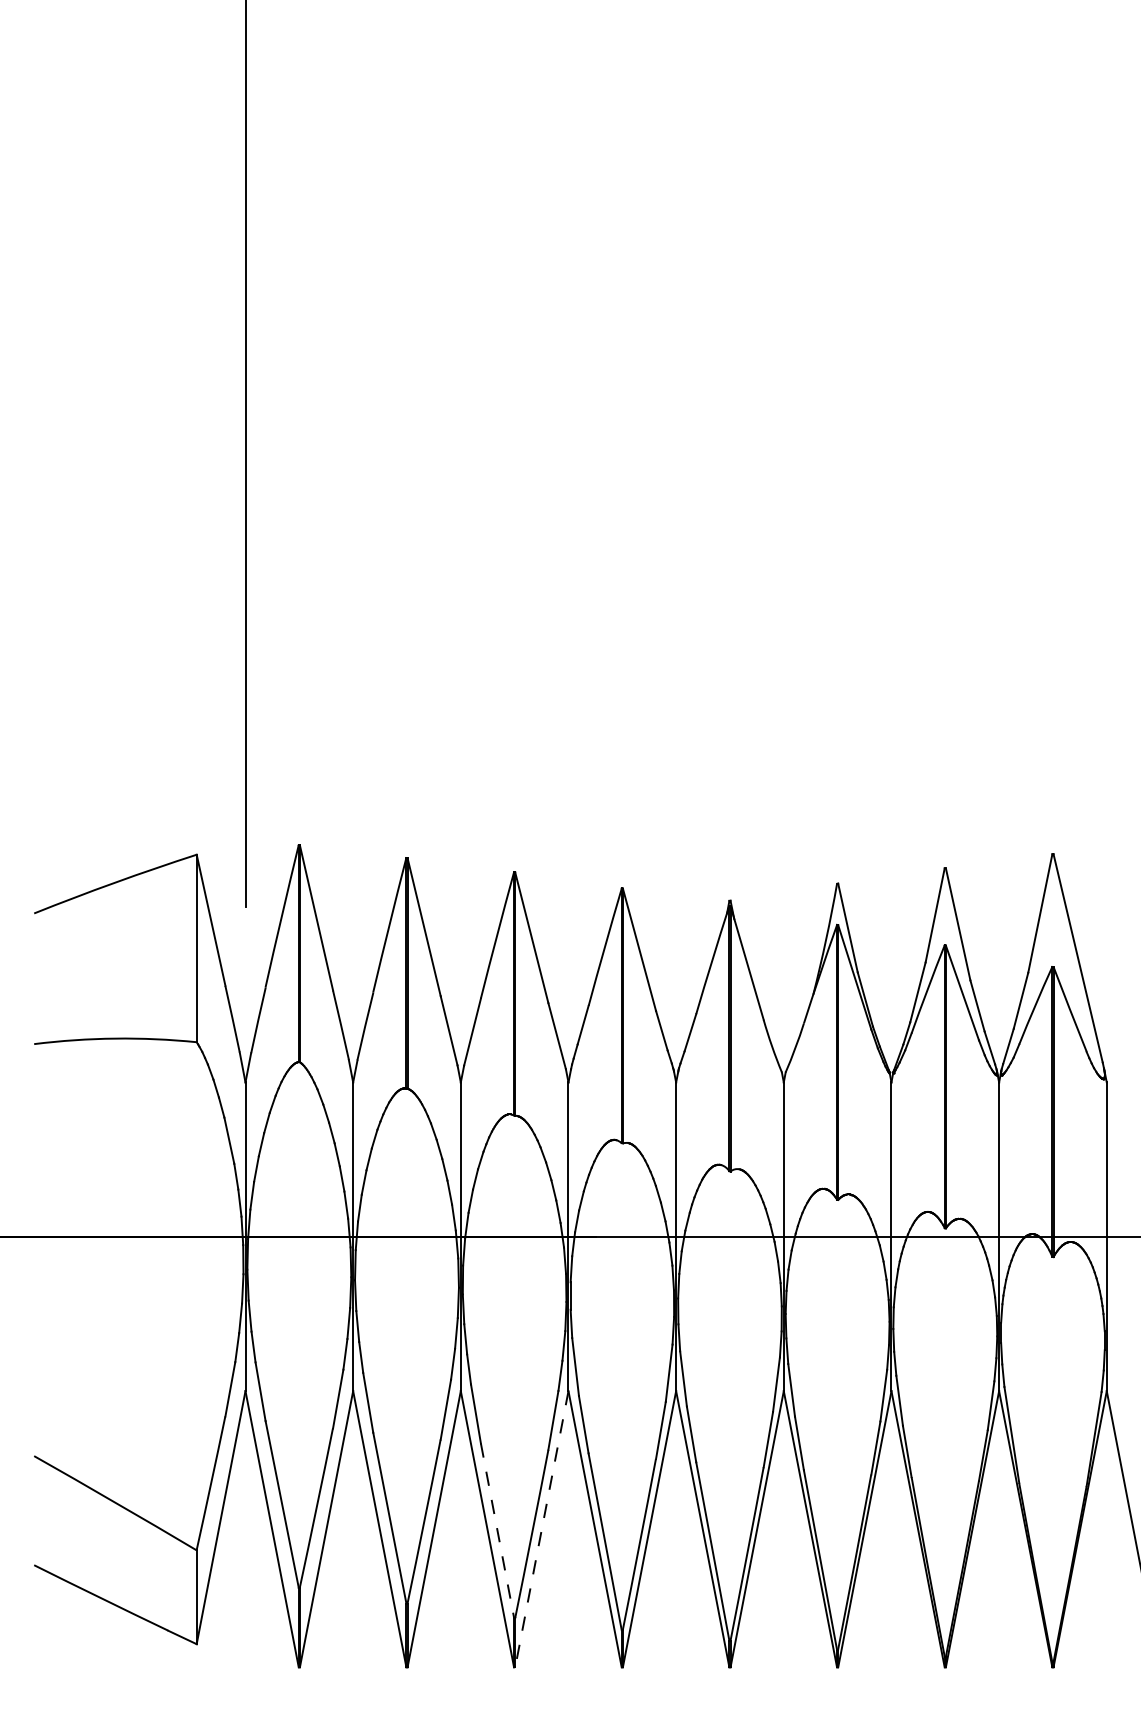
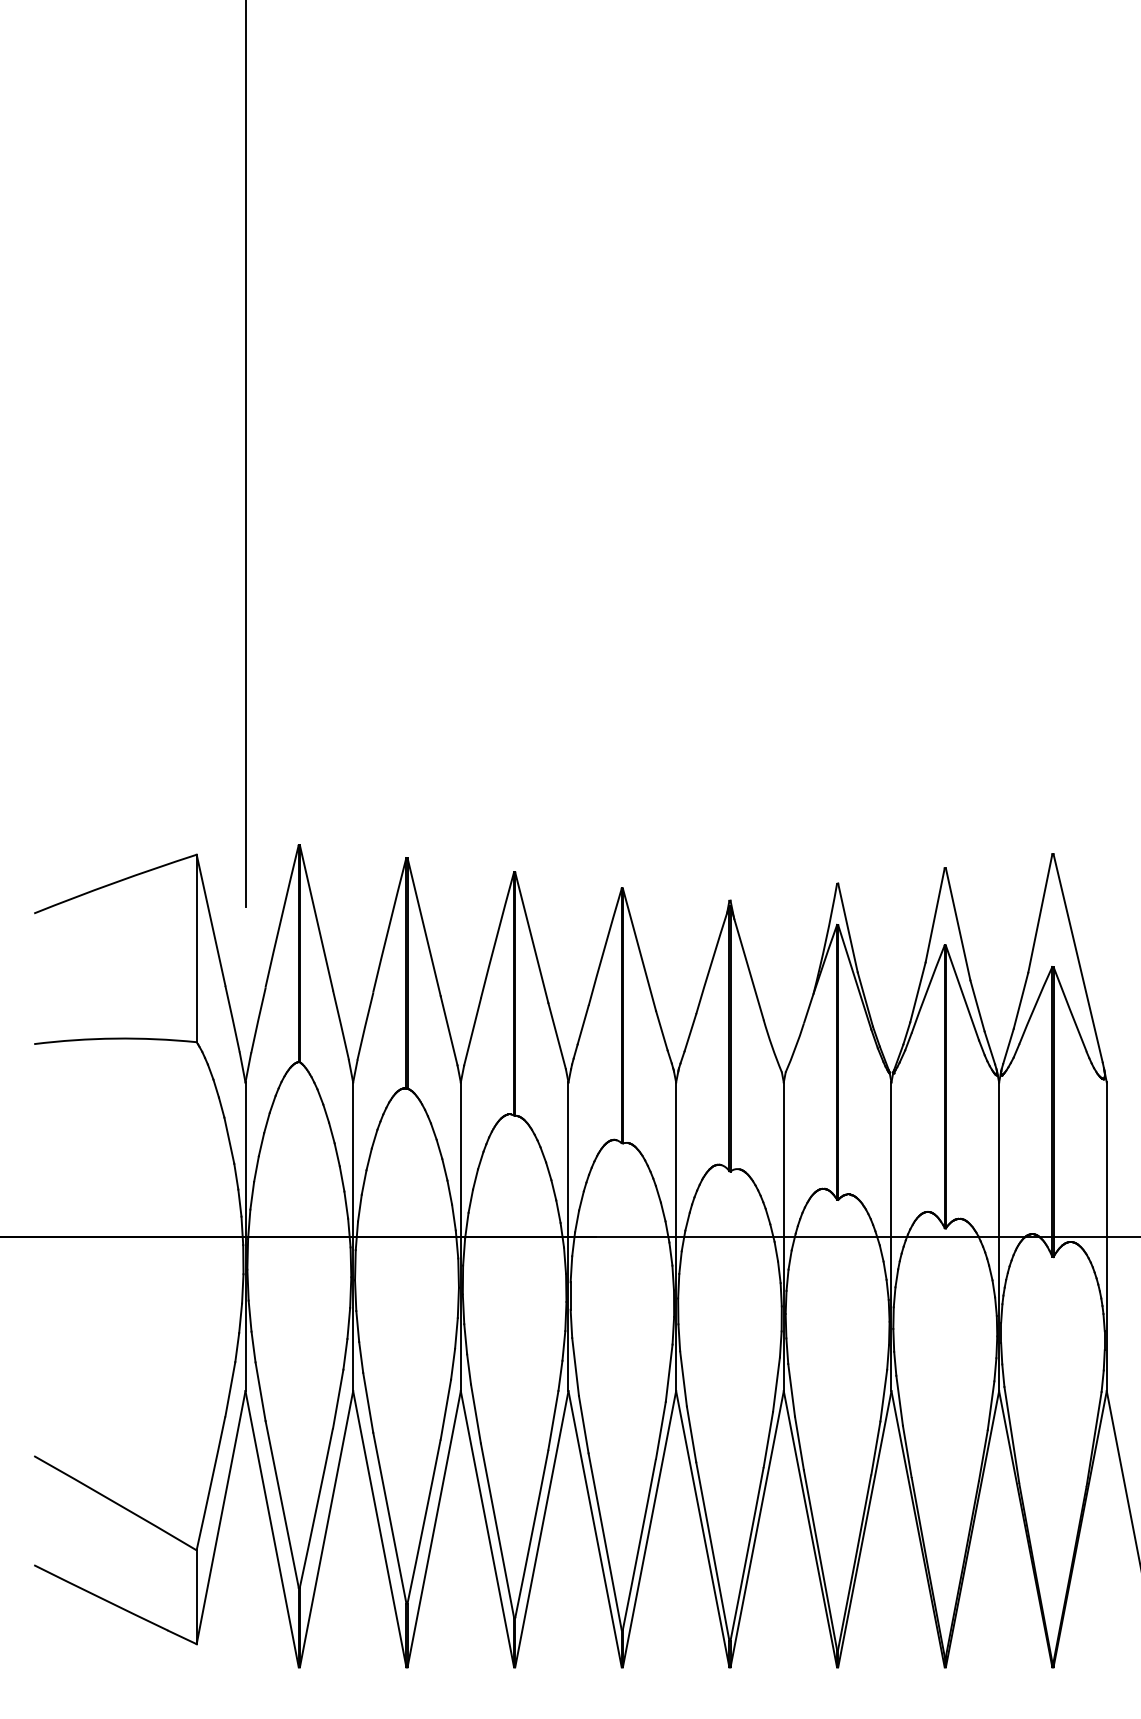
line at (541, 1529): dashed -> solid
line at (497, 1530): dashed -> solid
